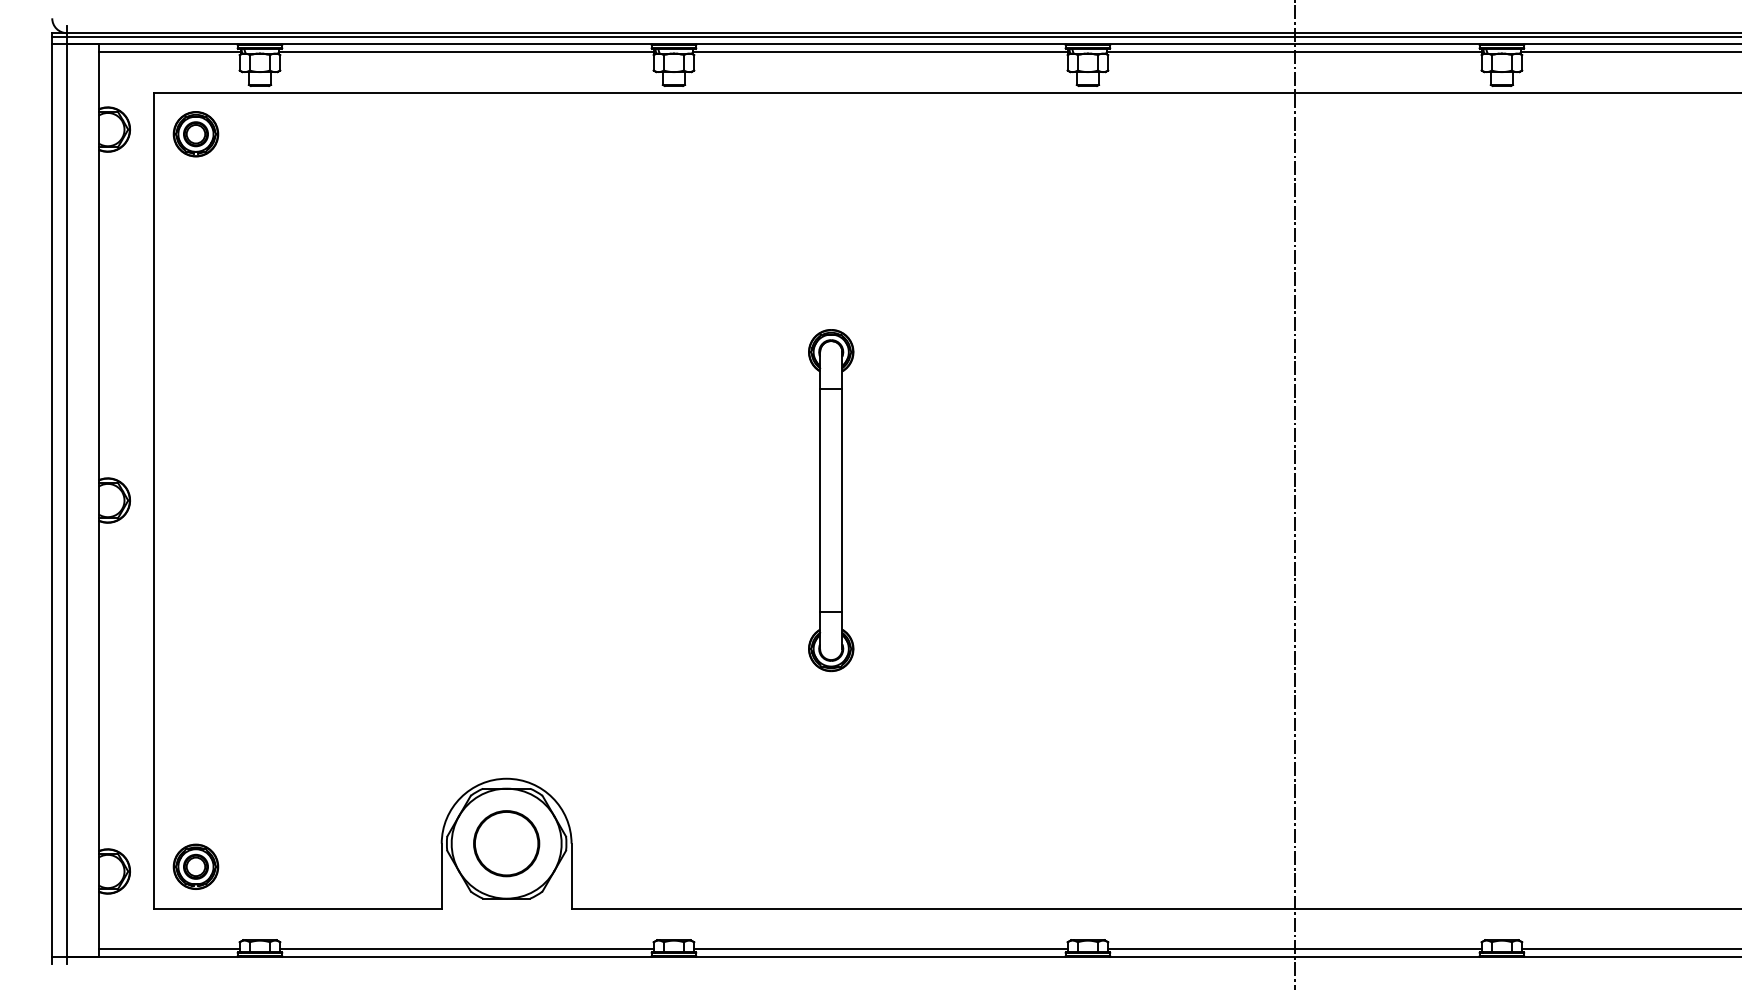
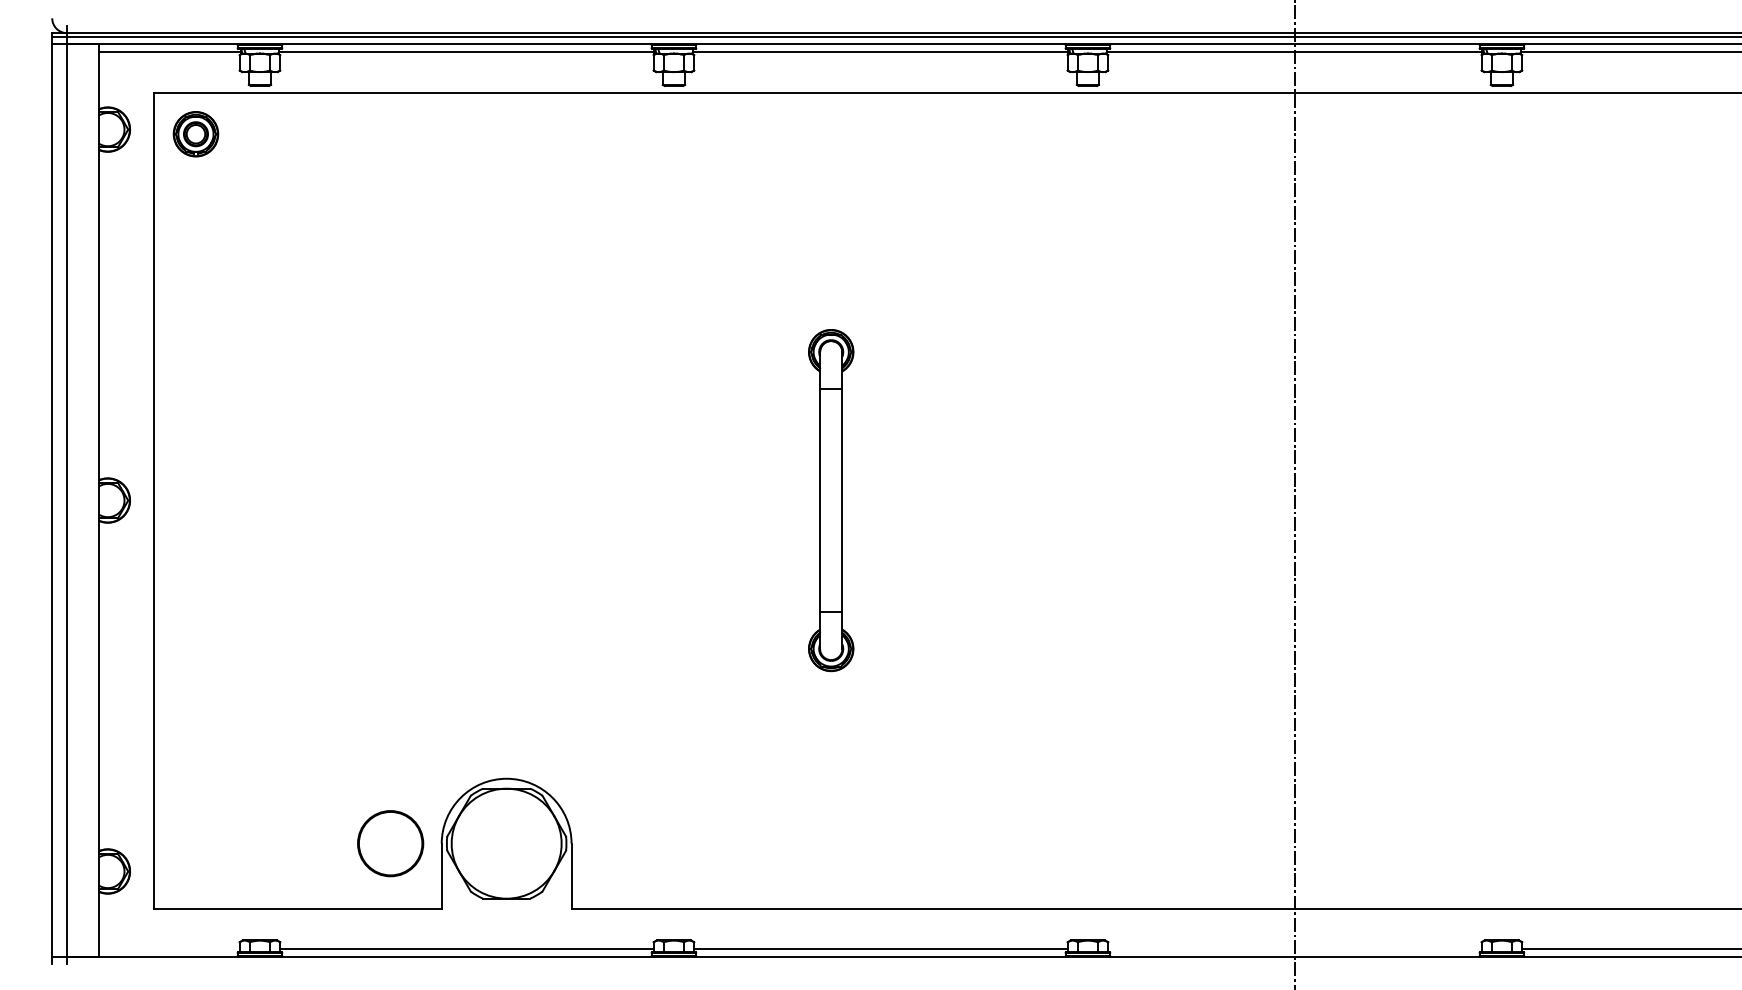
circle at (506, 843) position: (506, 843) -> (390, 843)
part at (195, 866): present -> none
line at (168, 949): present -> none
line at (1294, 949): present -> none
